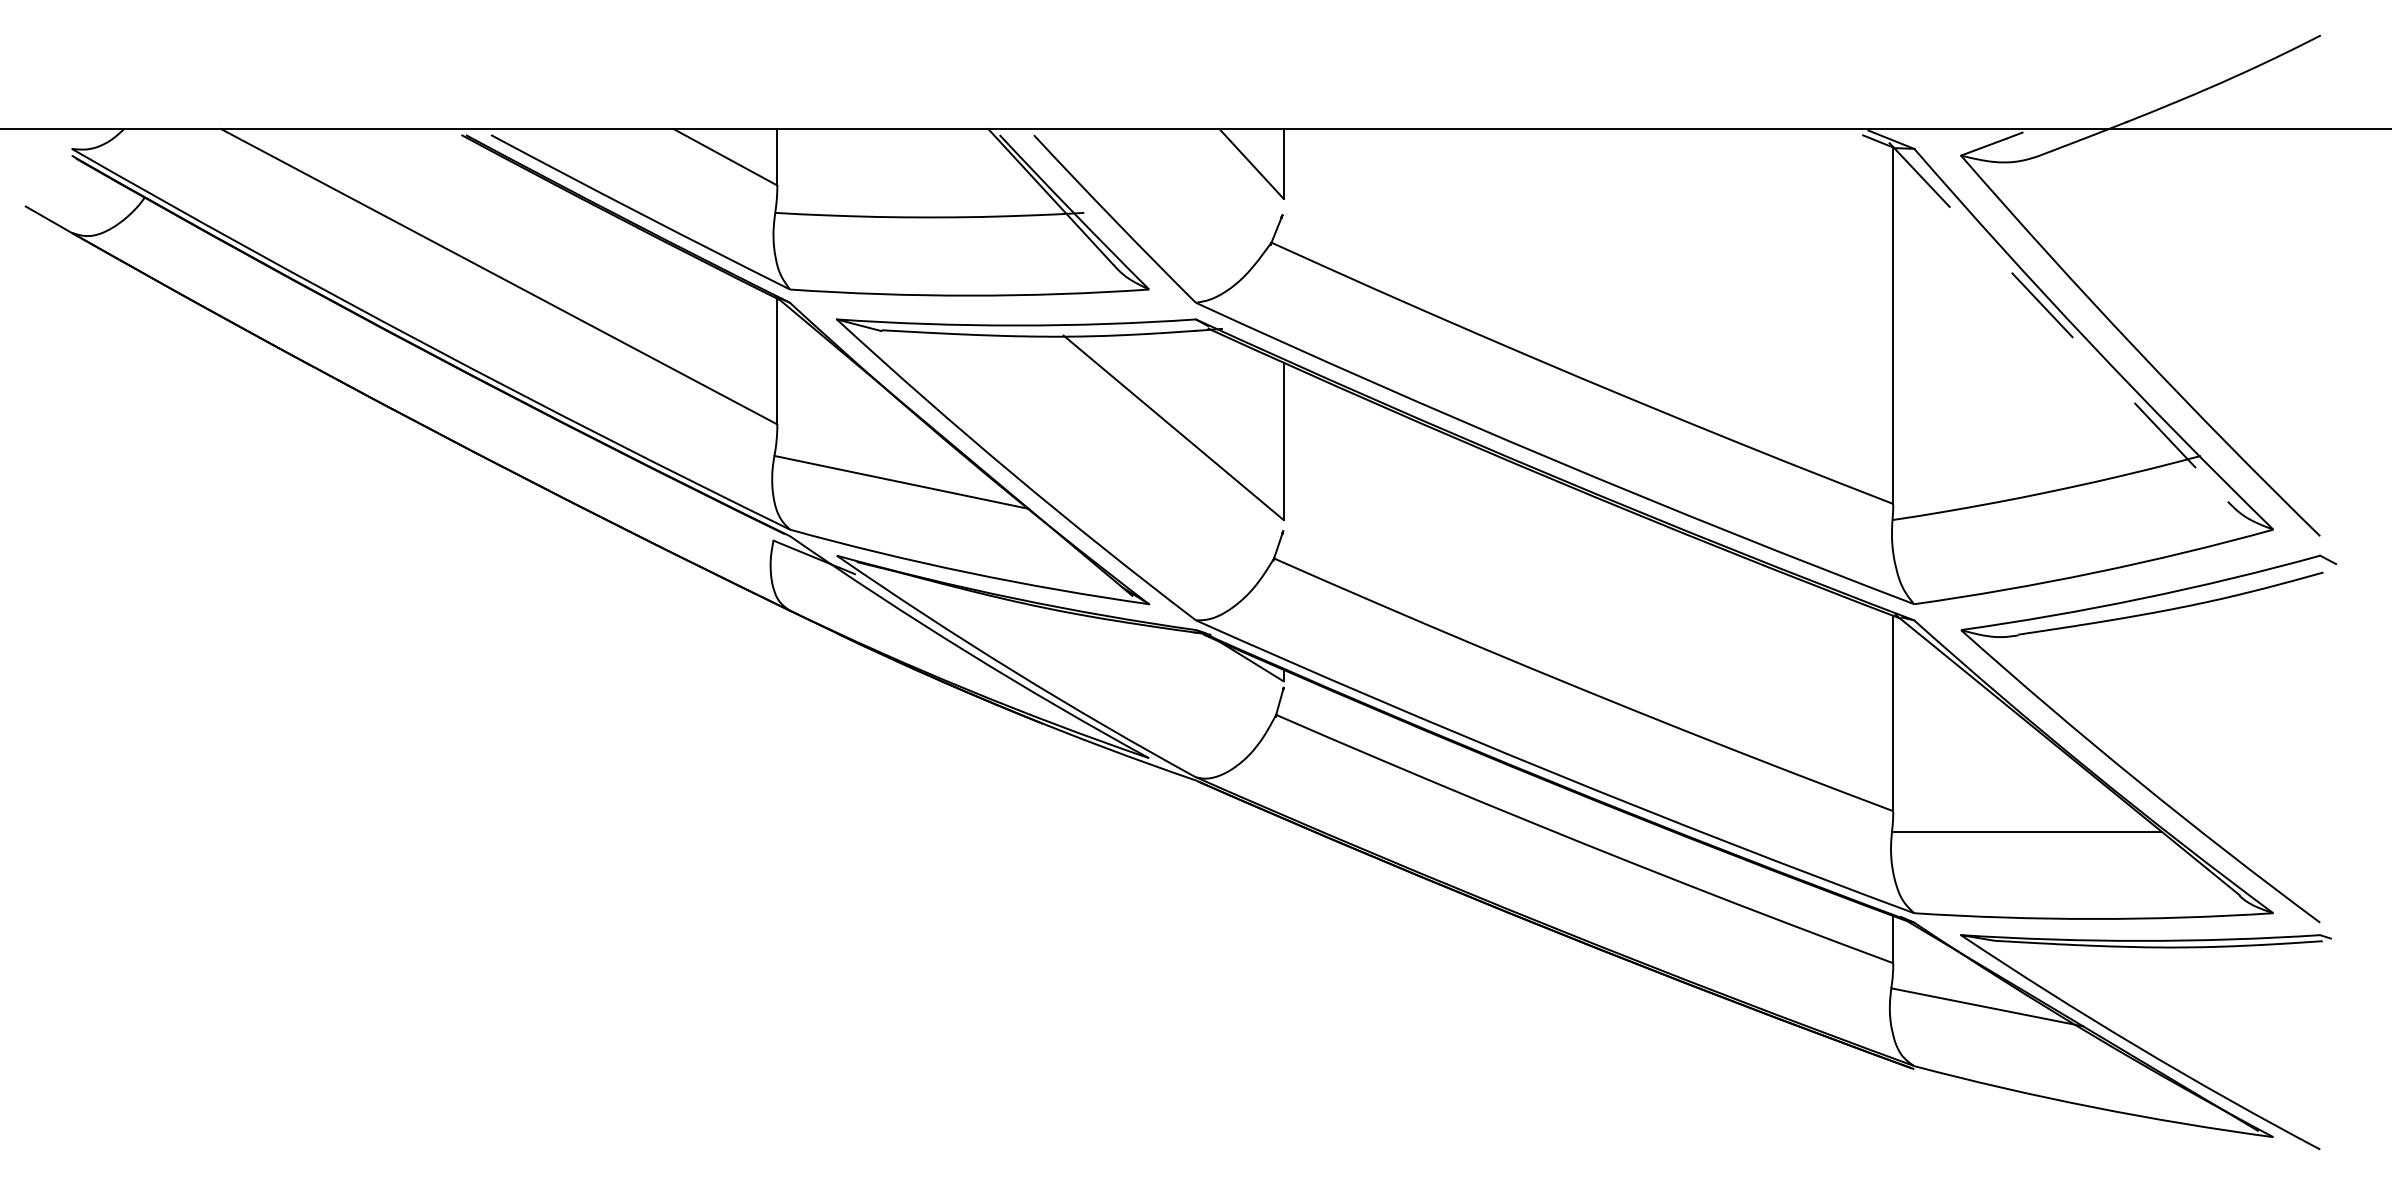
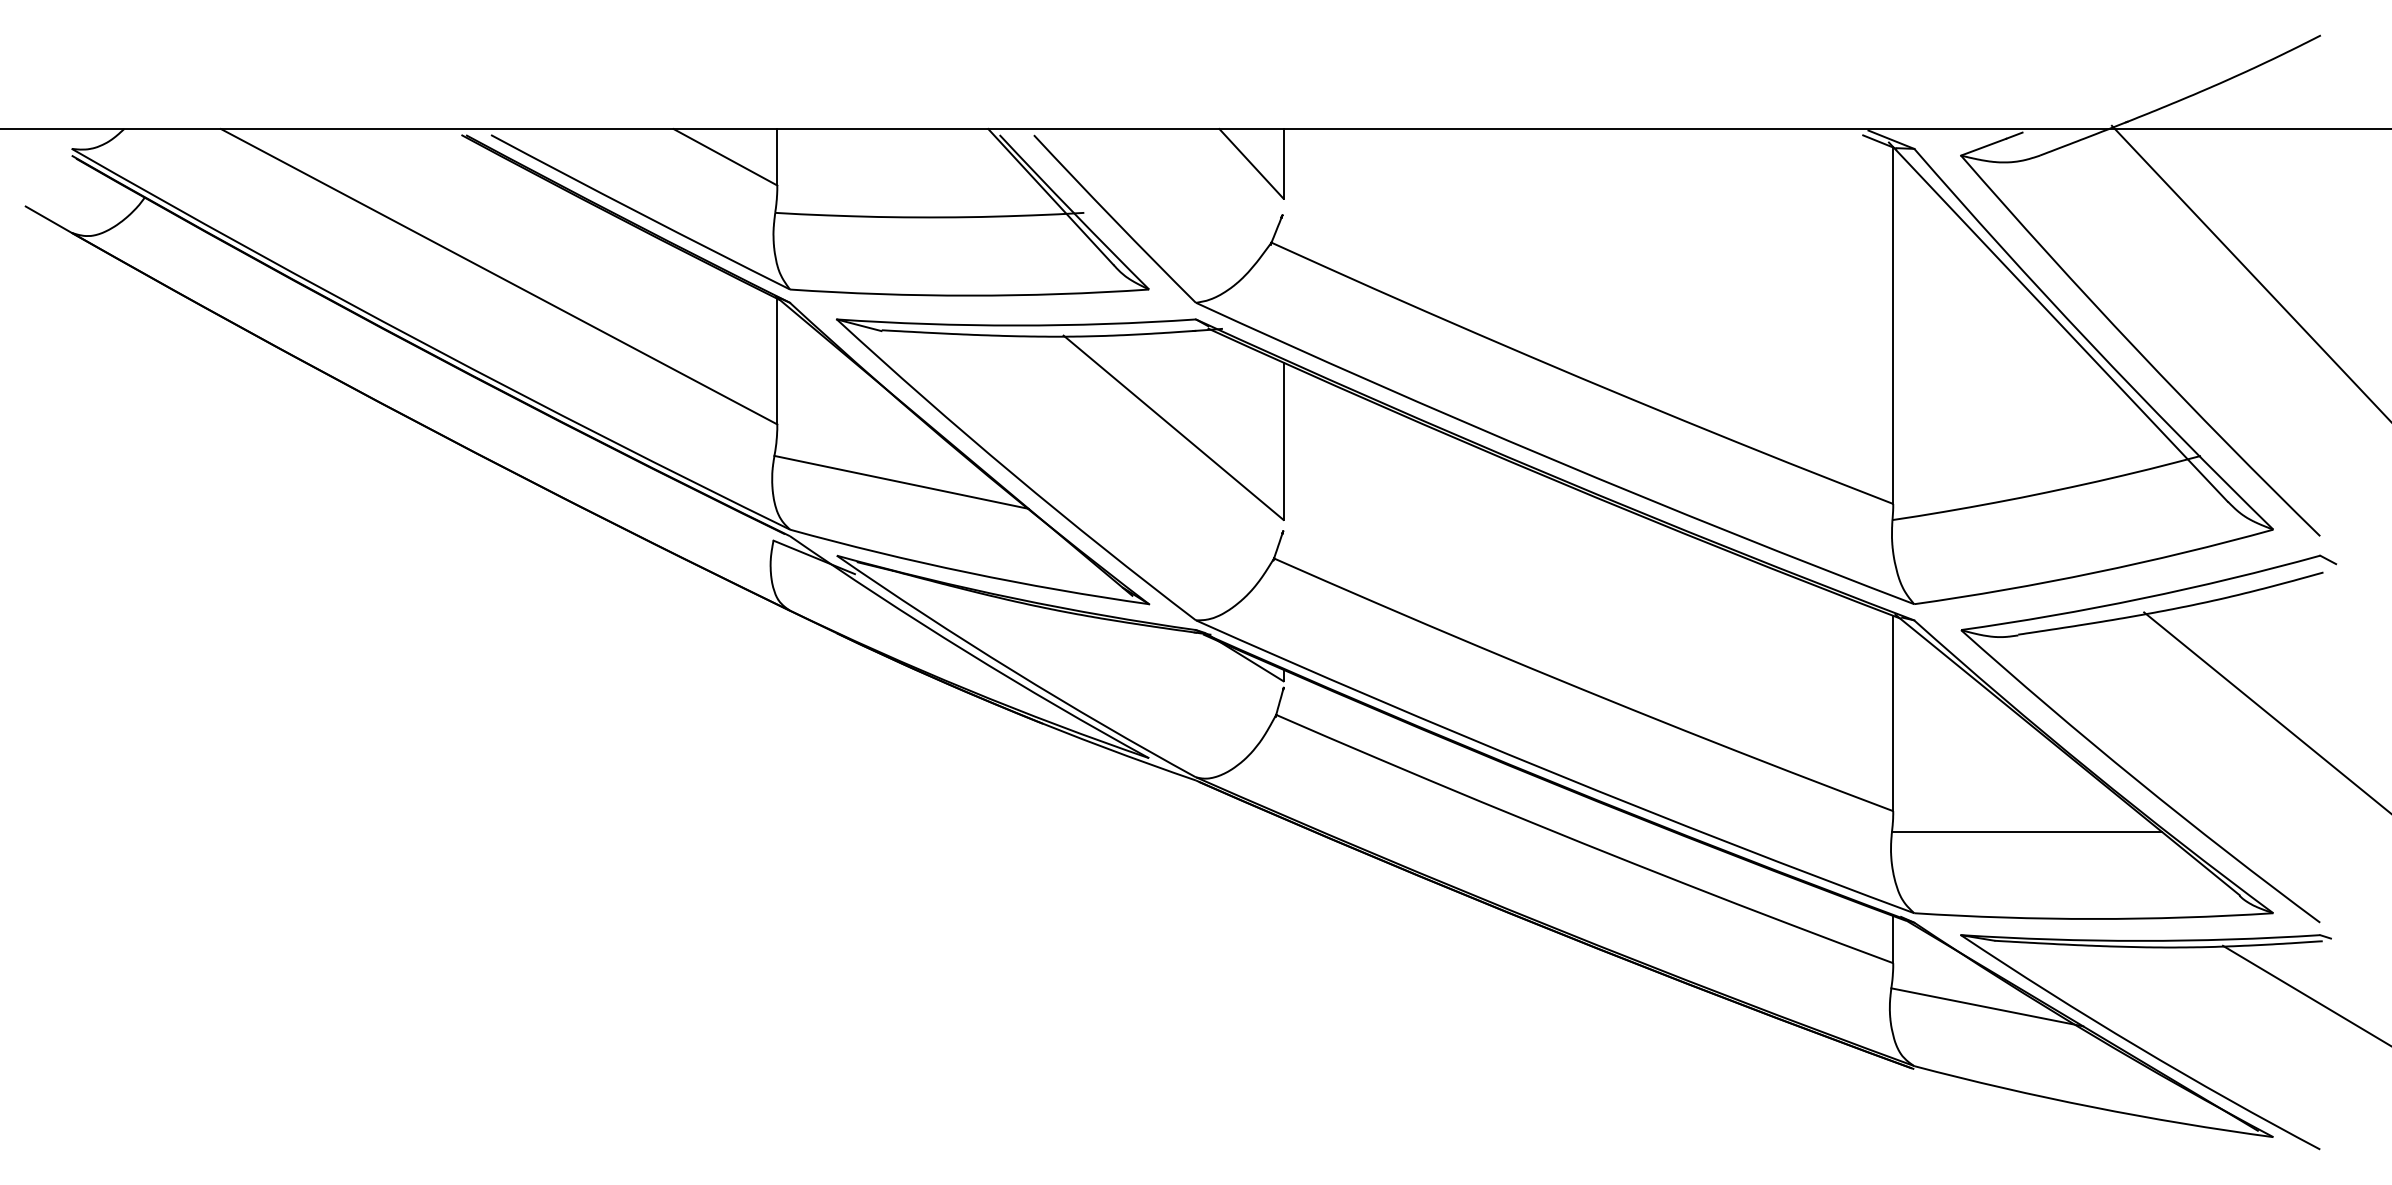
line at (2249, 272): none -> present
line at (2058, 322): dashed -> solid
line at (2266, 711): none -> present
line at (2305, 994): none -> present
